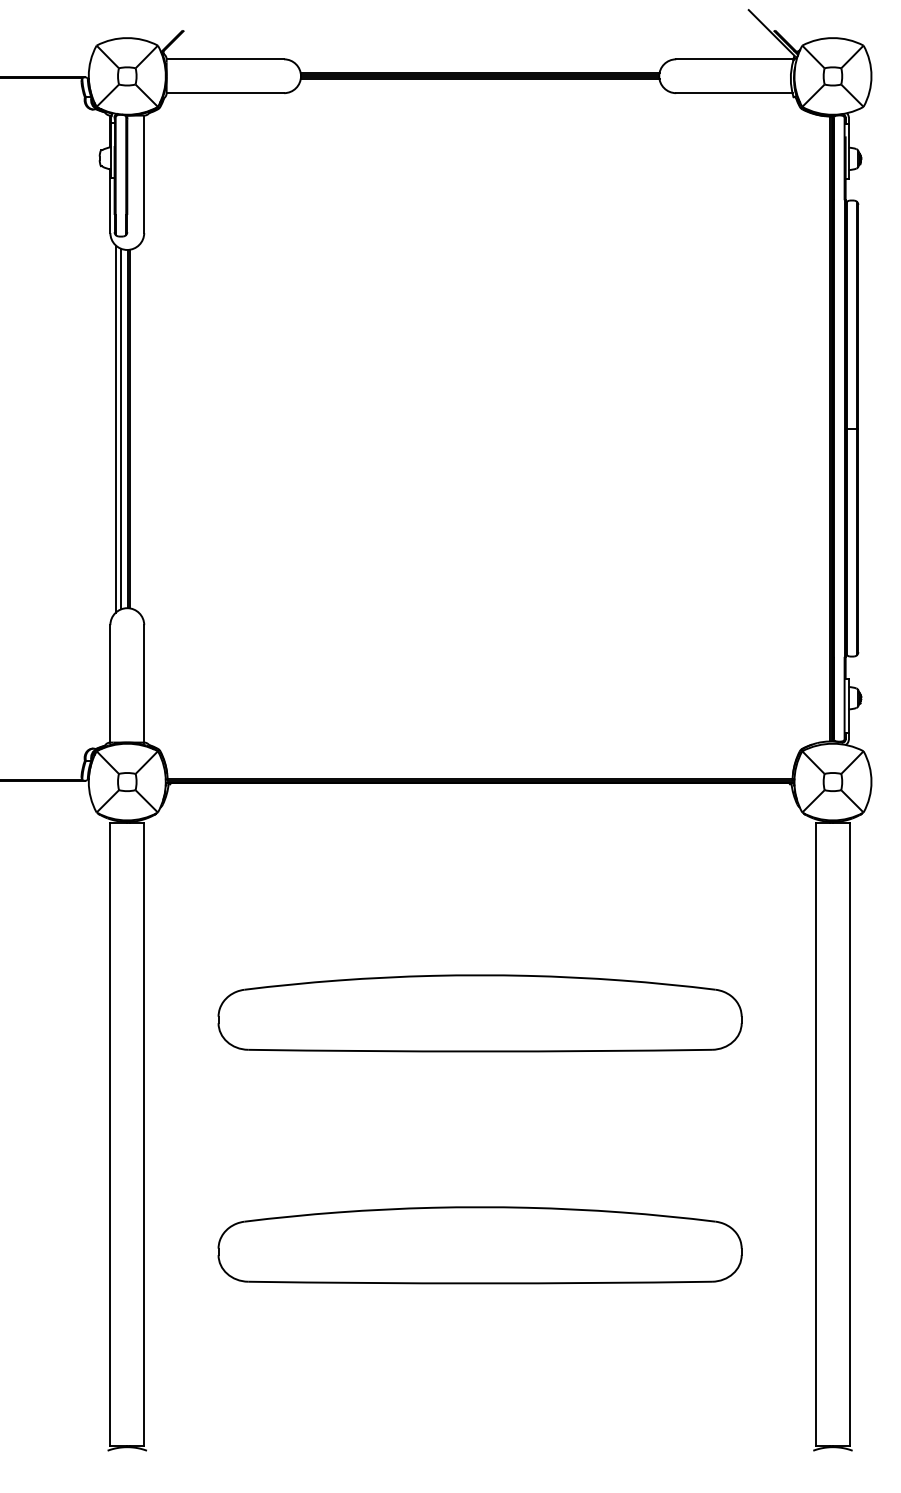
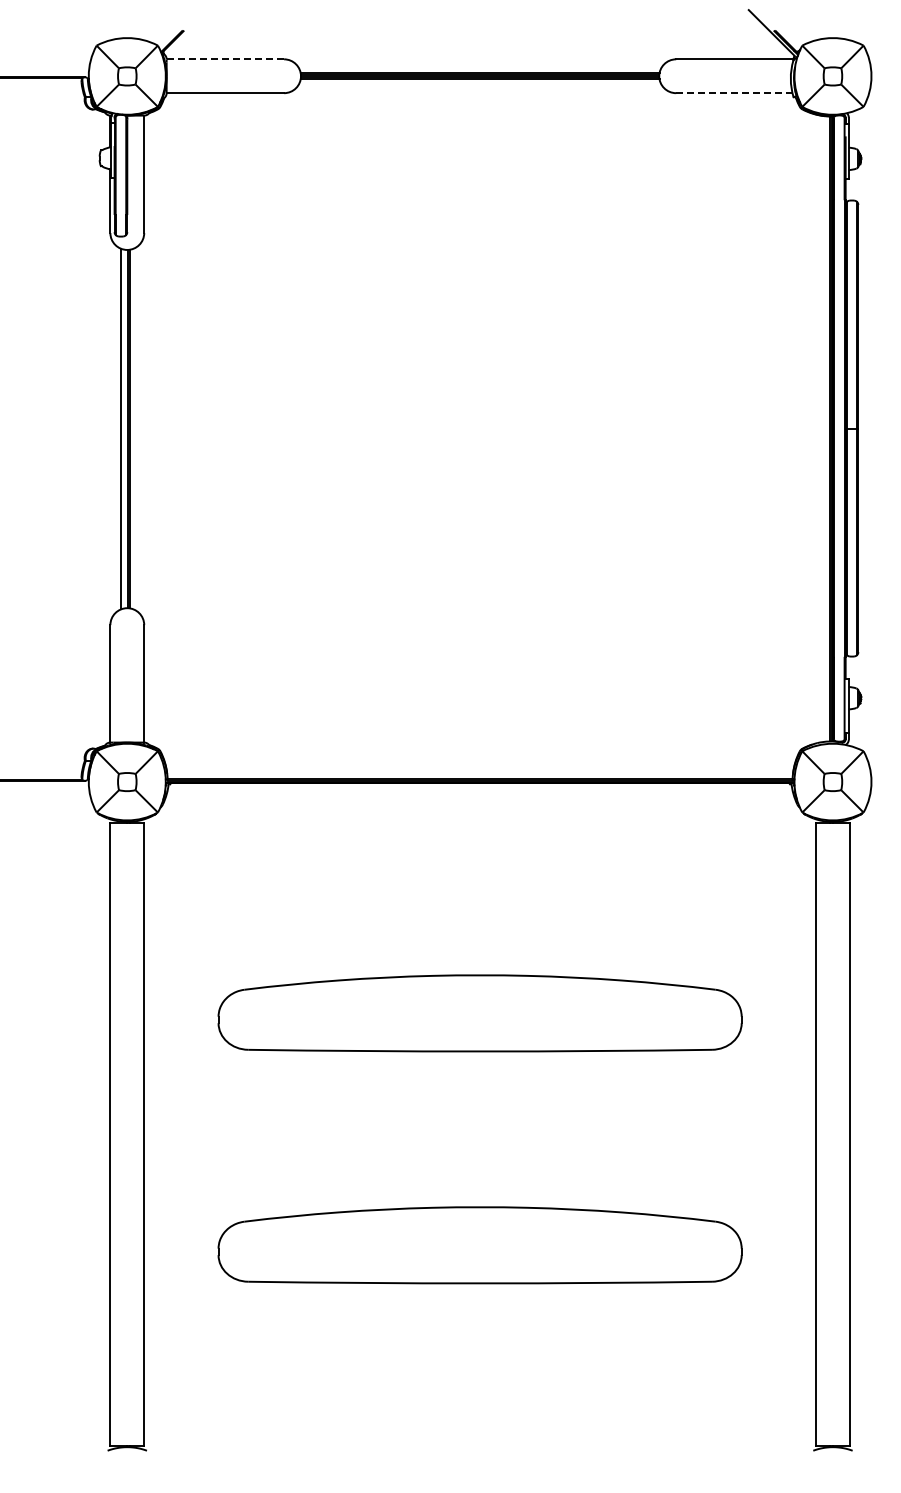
line at (225, 59): solid -> dashed
line at (734, 93): solid -> dashed
line at (115, 428): present -> none
